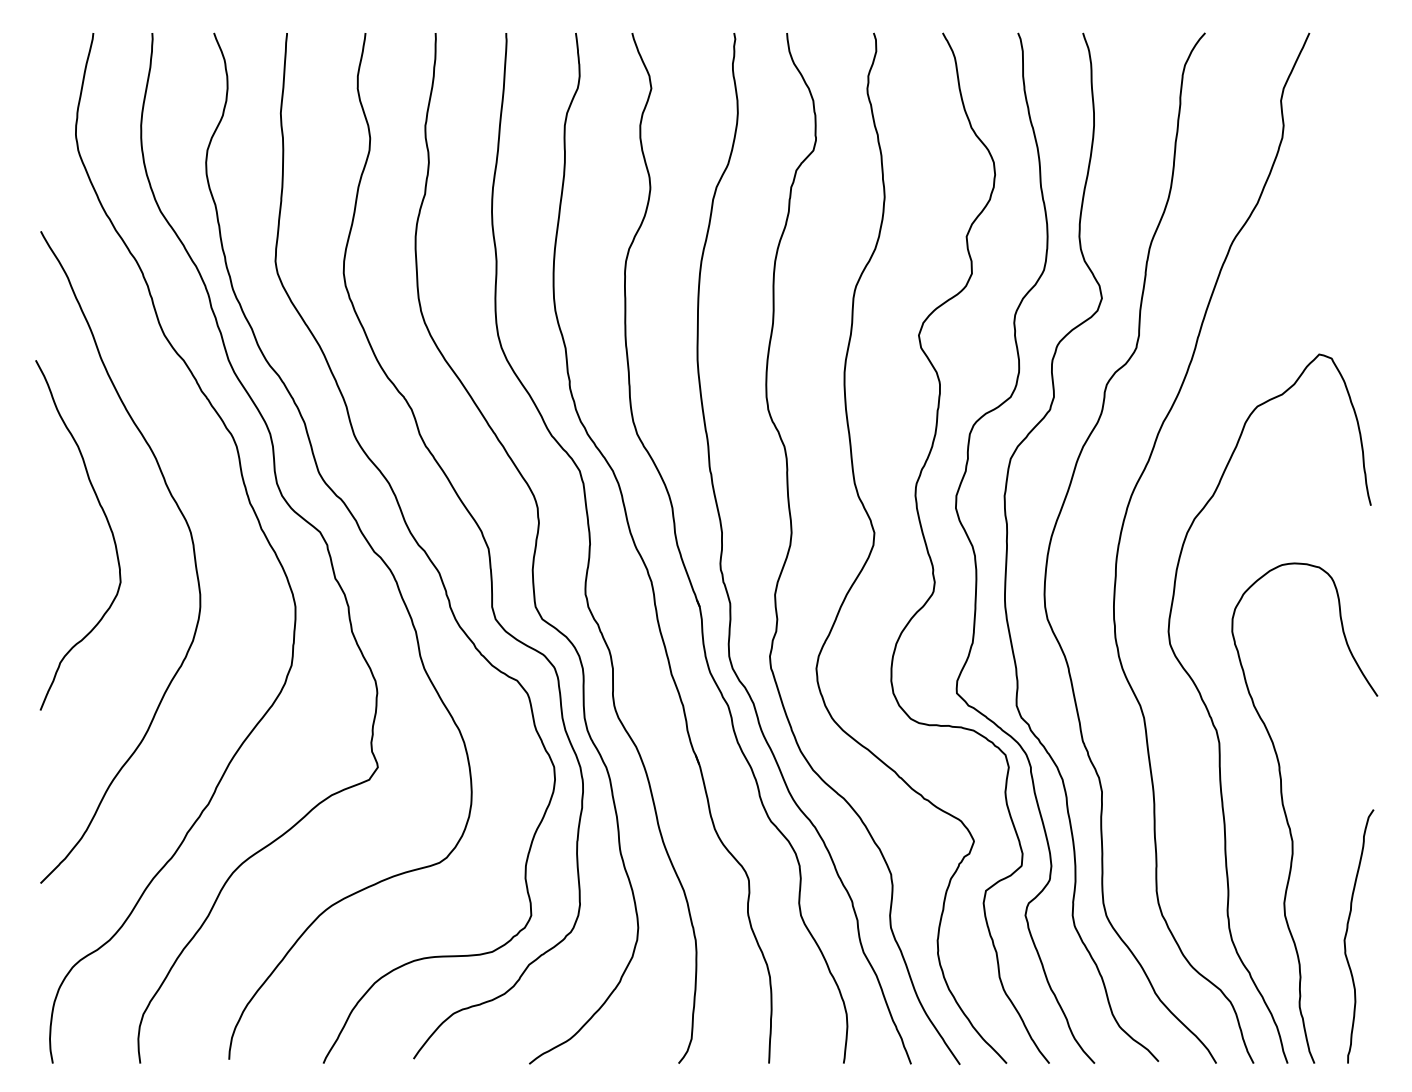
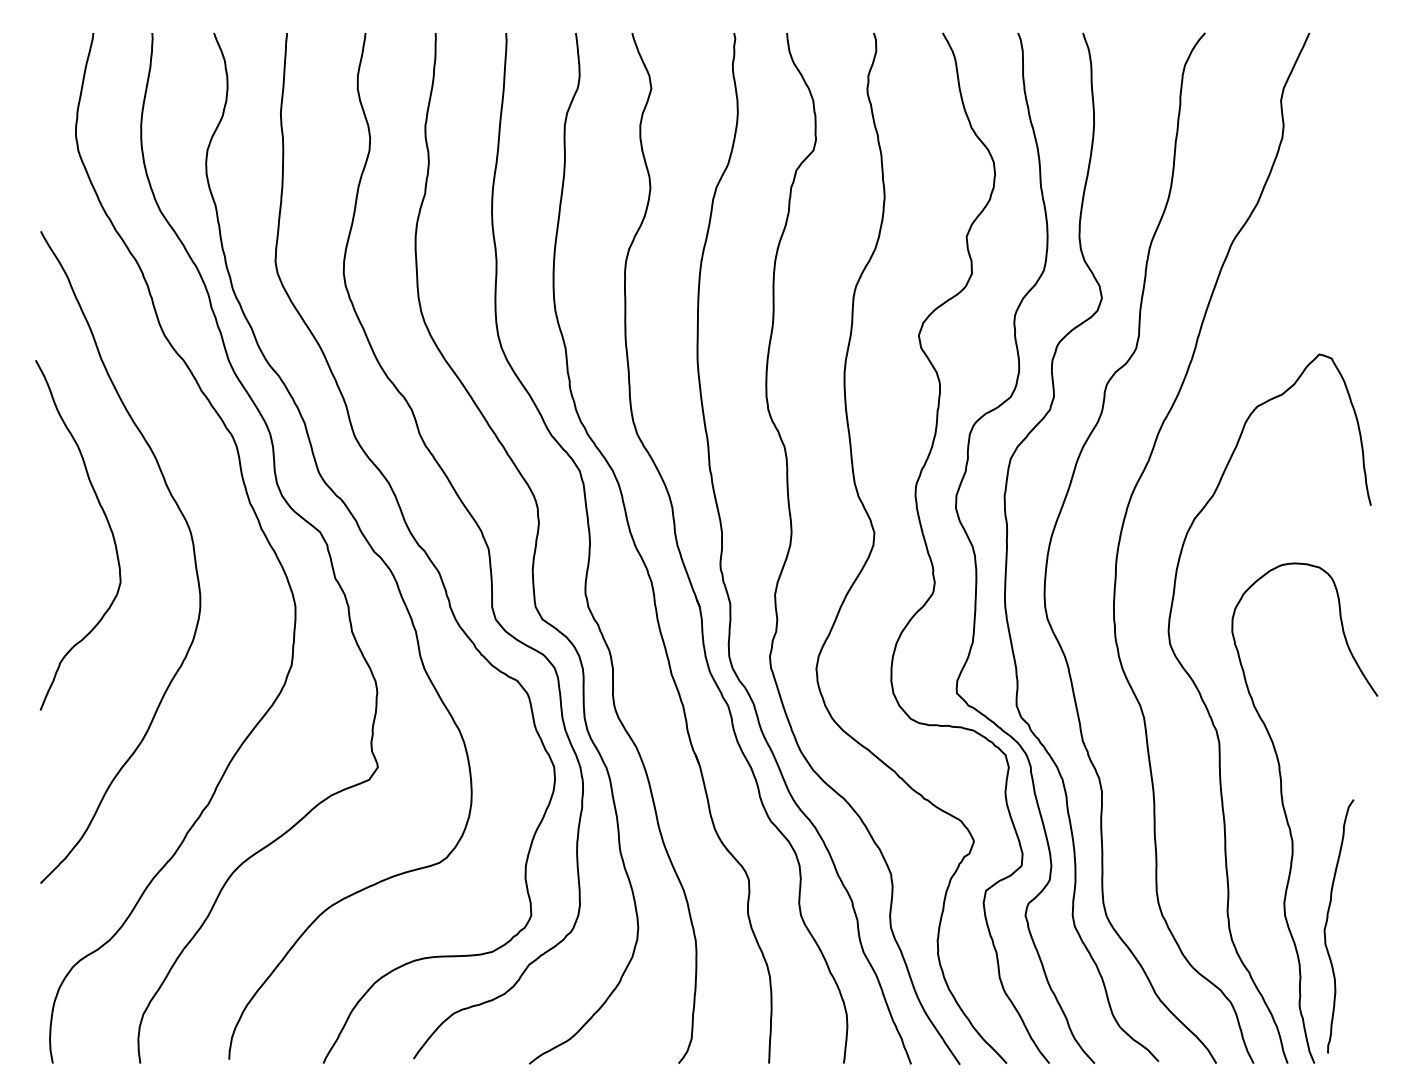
curve at (1347, 933) position: (1347, 933) -> (1327, 923)
